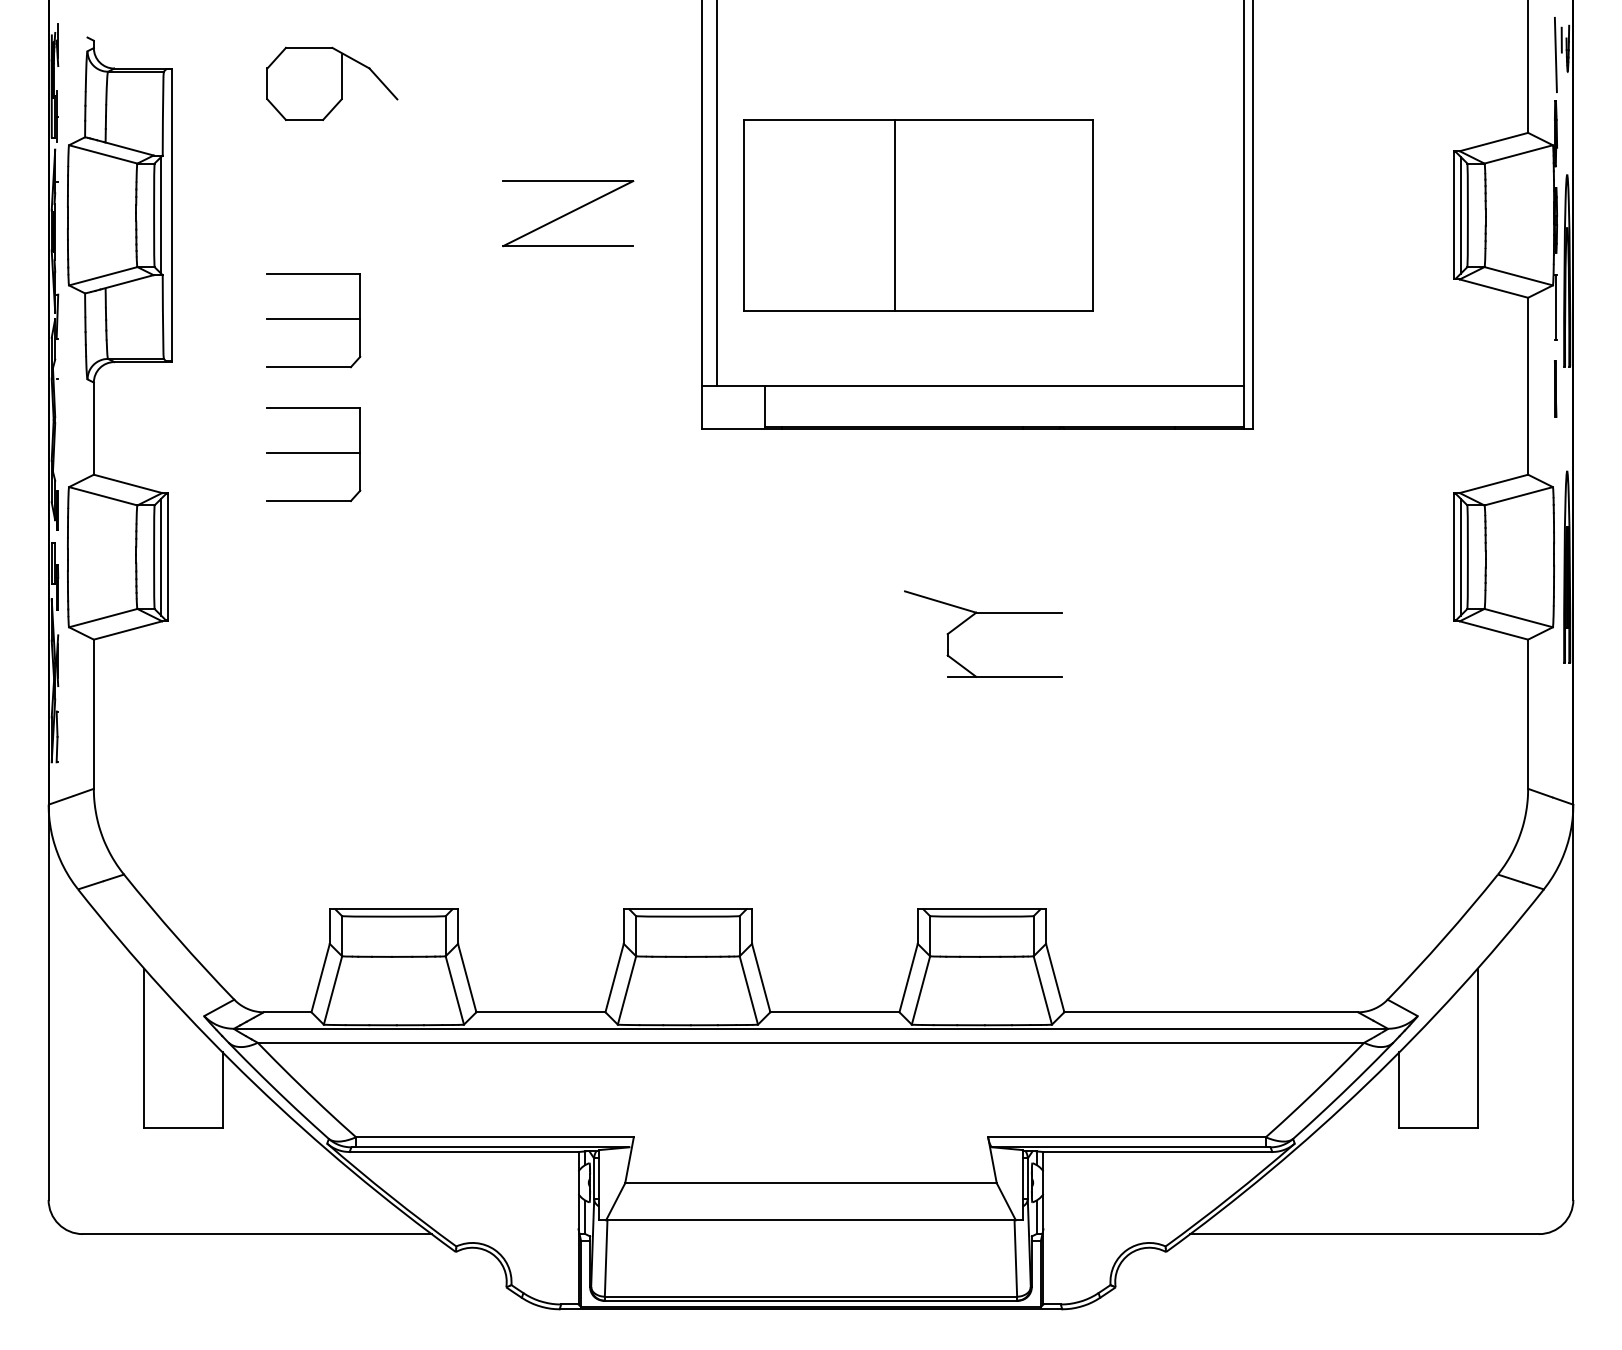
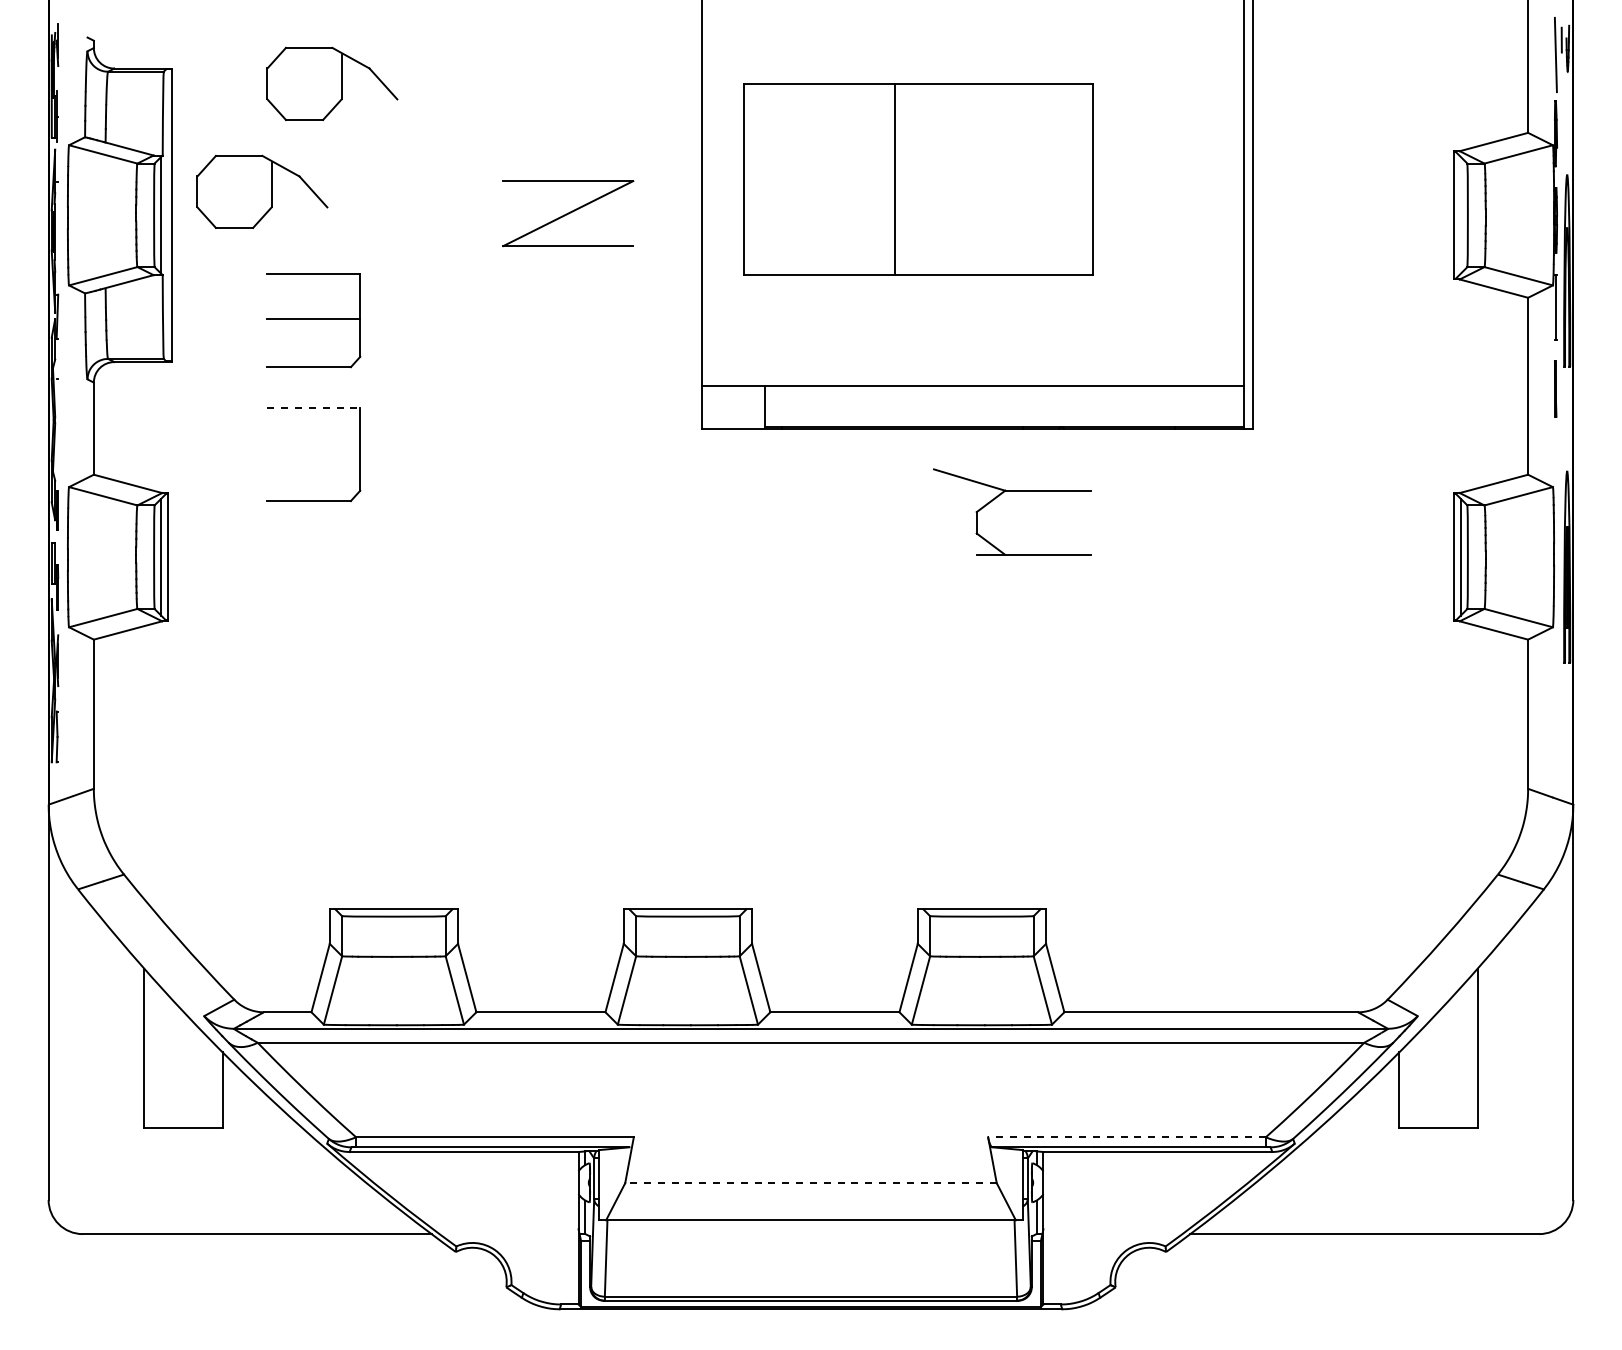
part at (262, 191): none -> present
line at (717, 194): present -> none
line at (1460, 214): present -> none
part at (918, 215) position: (918, 215) -> (918, 179)
line at (314, 408): solid -> dashed
line at (313, 453): present -> none
part at (970, 618) position: (970, 618) -> (999, 496)
line at (1127, 1137): solid -> dashed
line at (811, 1183): solid -> dashed
